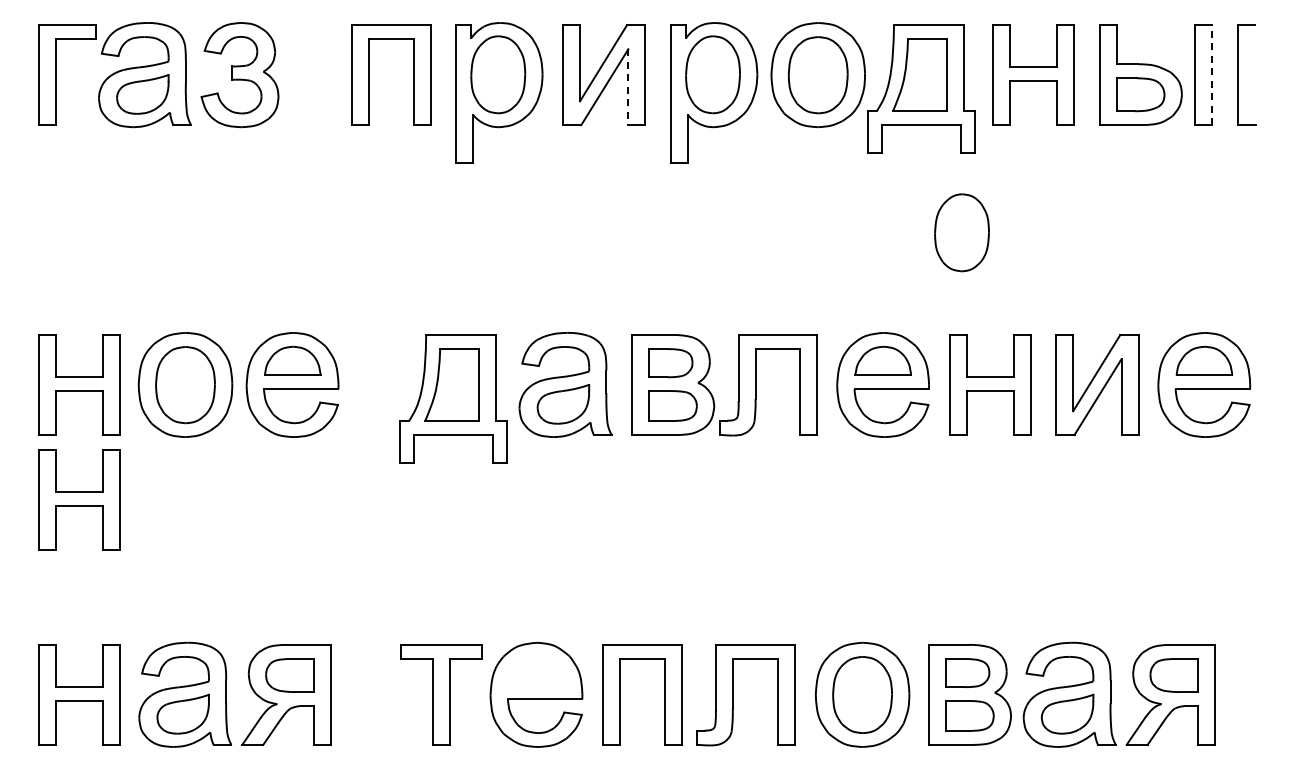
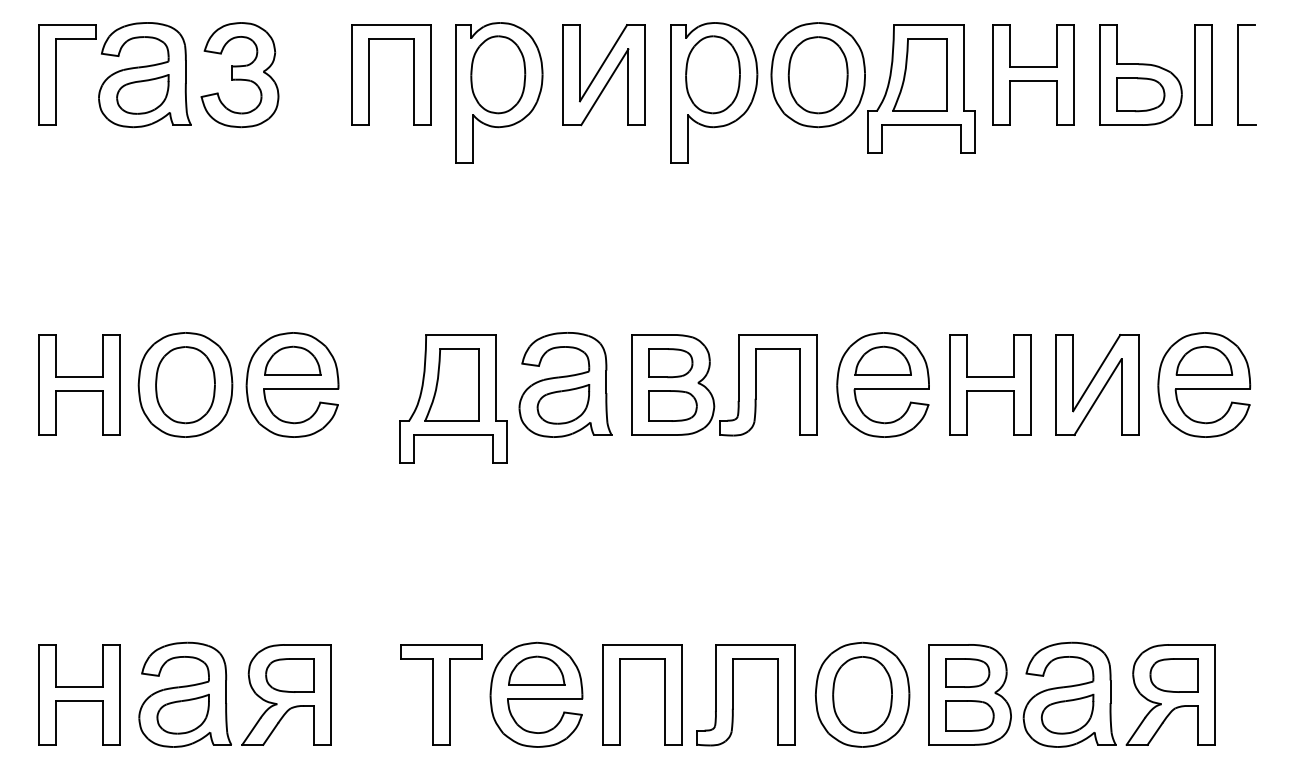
line at (1211, 75): dashed -> solid
line at (628, 87): dashed -> solid
part at (961, 232): present -> none
part at (79, 499): present -> none
part at (536, 670): none -> present
